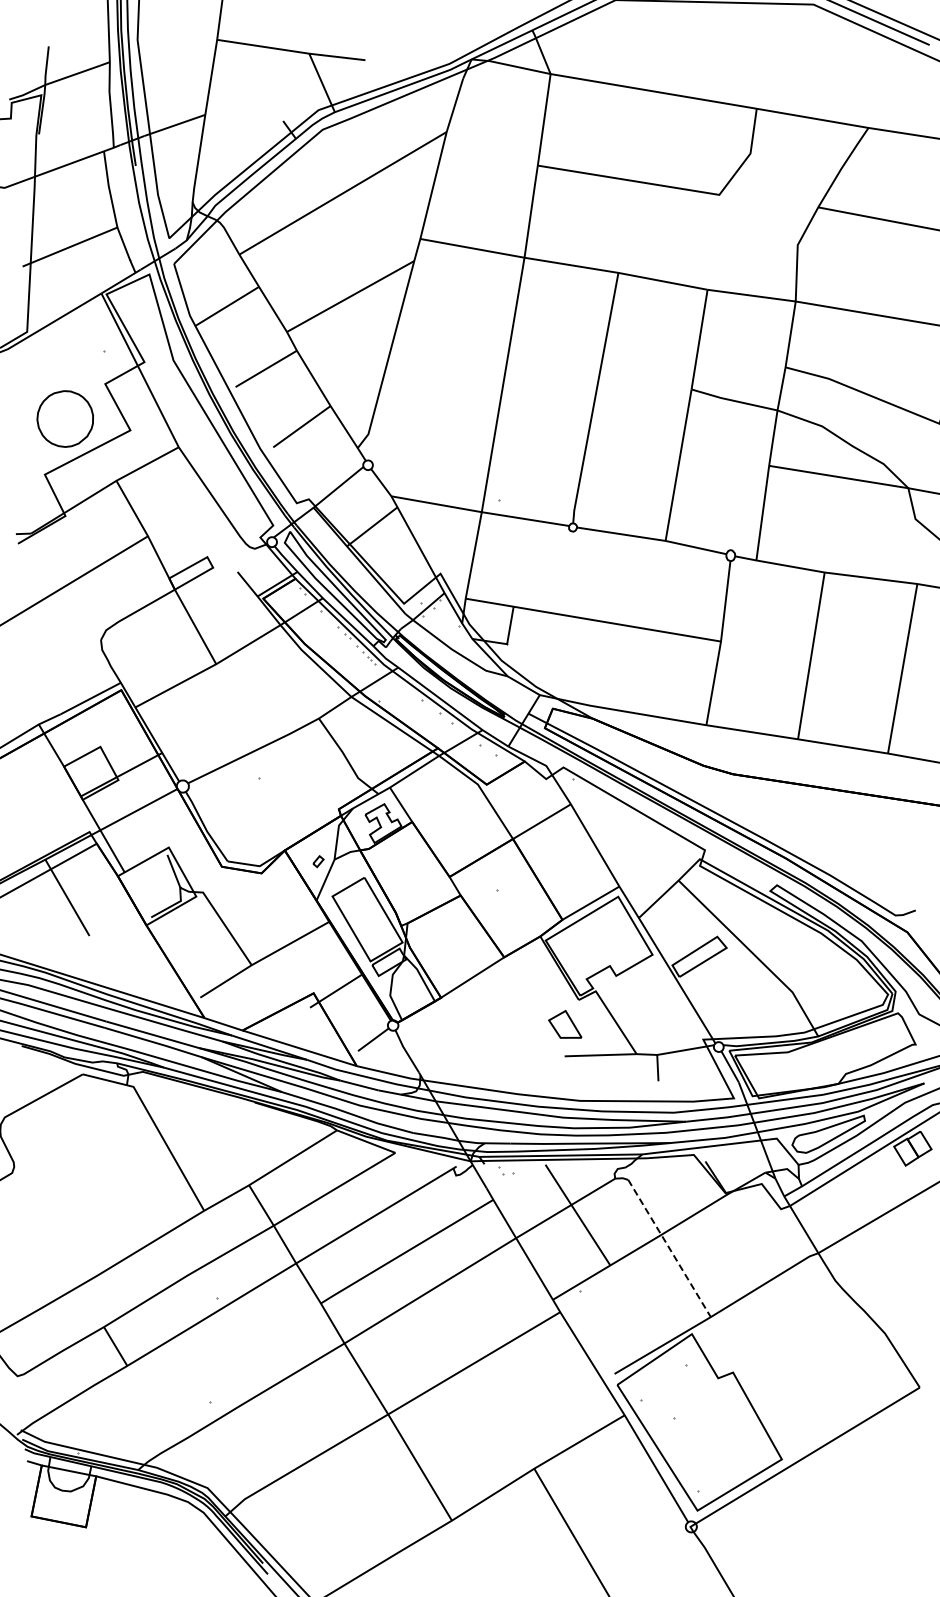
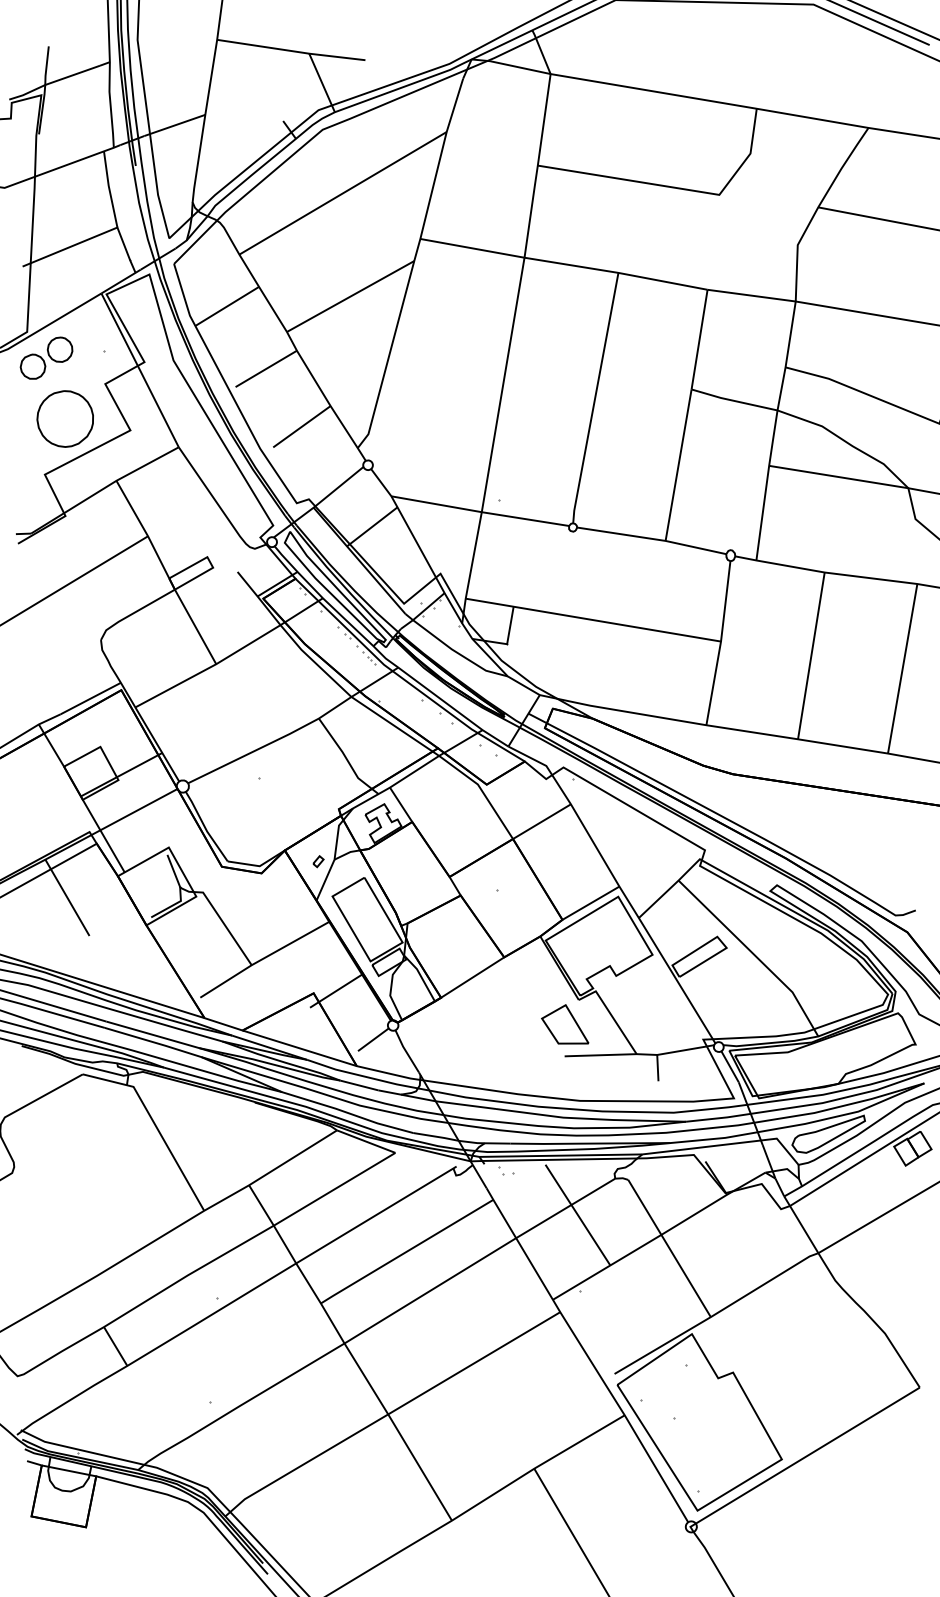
part at (46, 357): none -> present
part at (565, 1024) size: 35x29 px -> 49x41 px
line at (669, 1247): dashed -> solid
